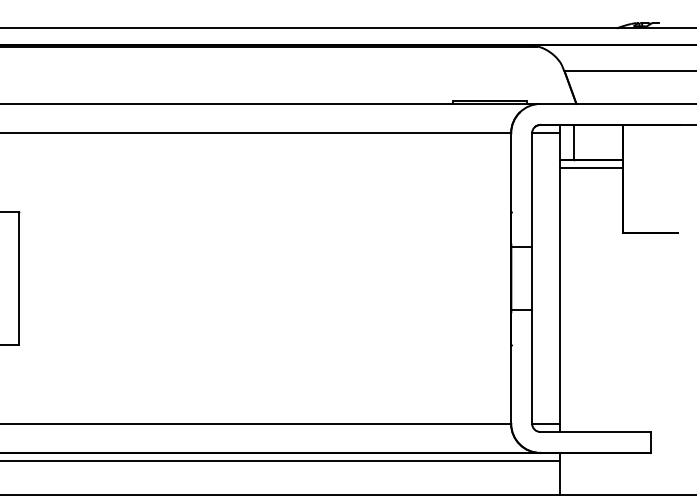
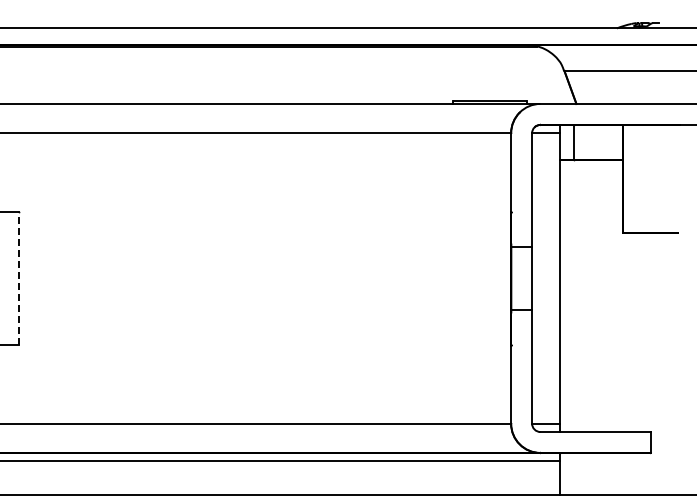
line at (590, 168): present -> none
line at (19, 278): solid -> dashed
